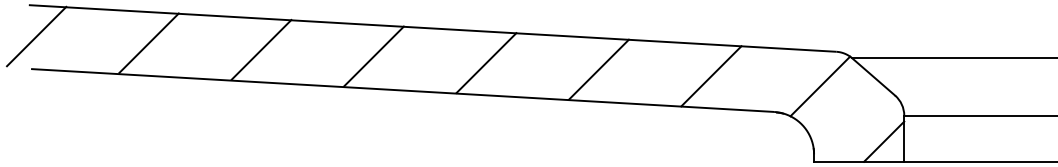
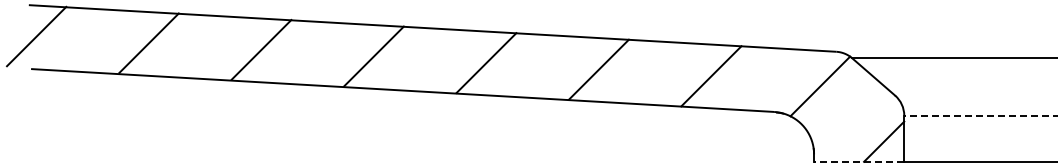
line at (980, 115): solid -> dashed
line at (858, 161): solid -> dashed
